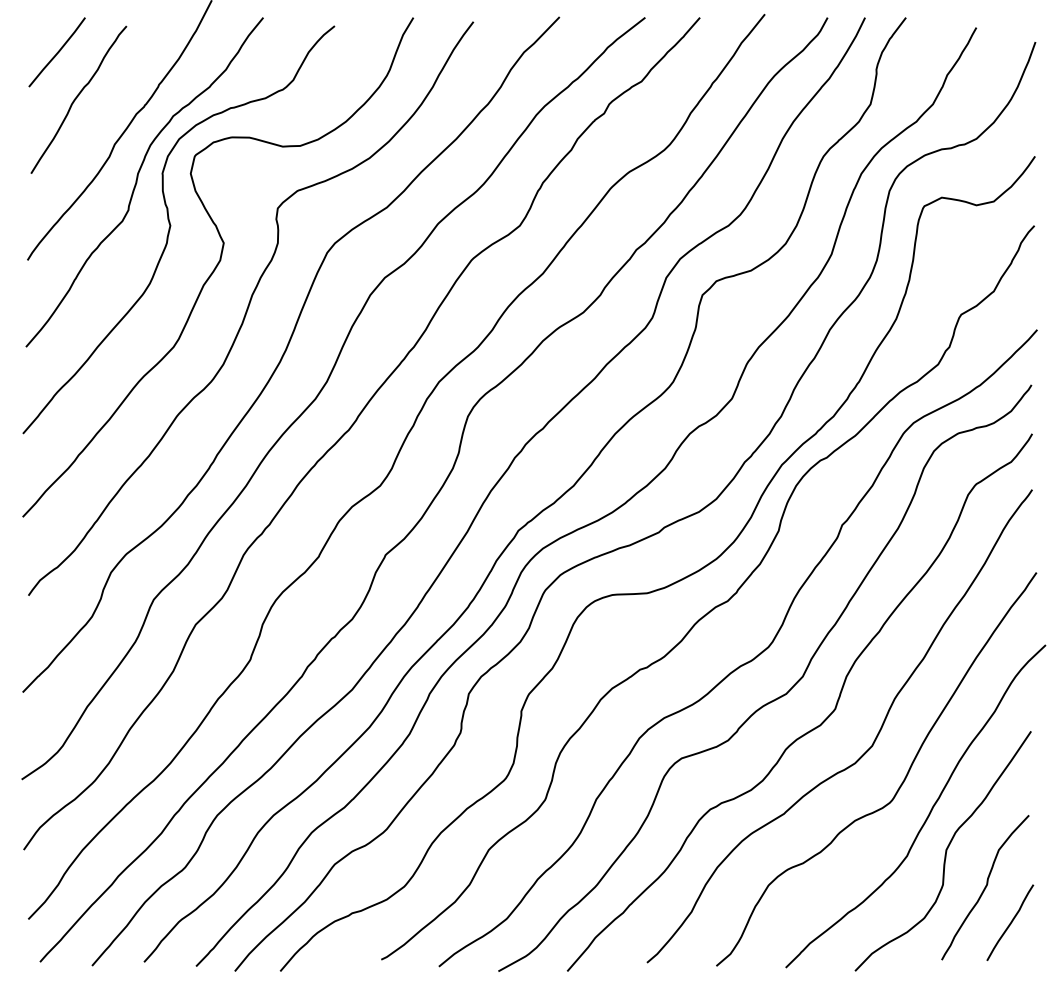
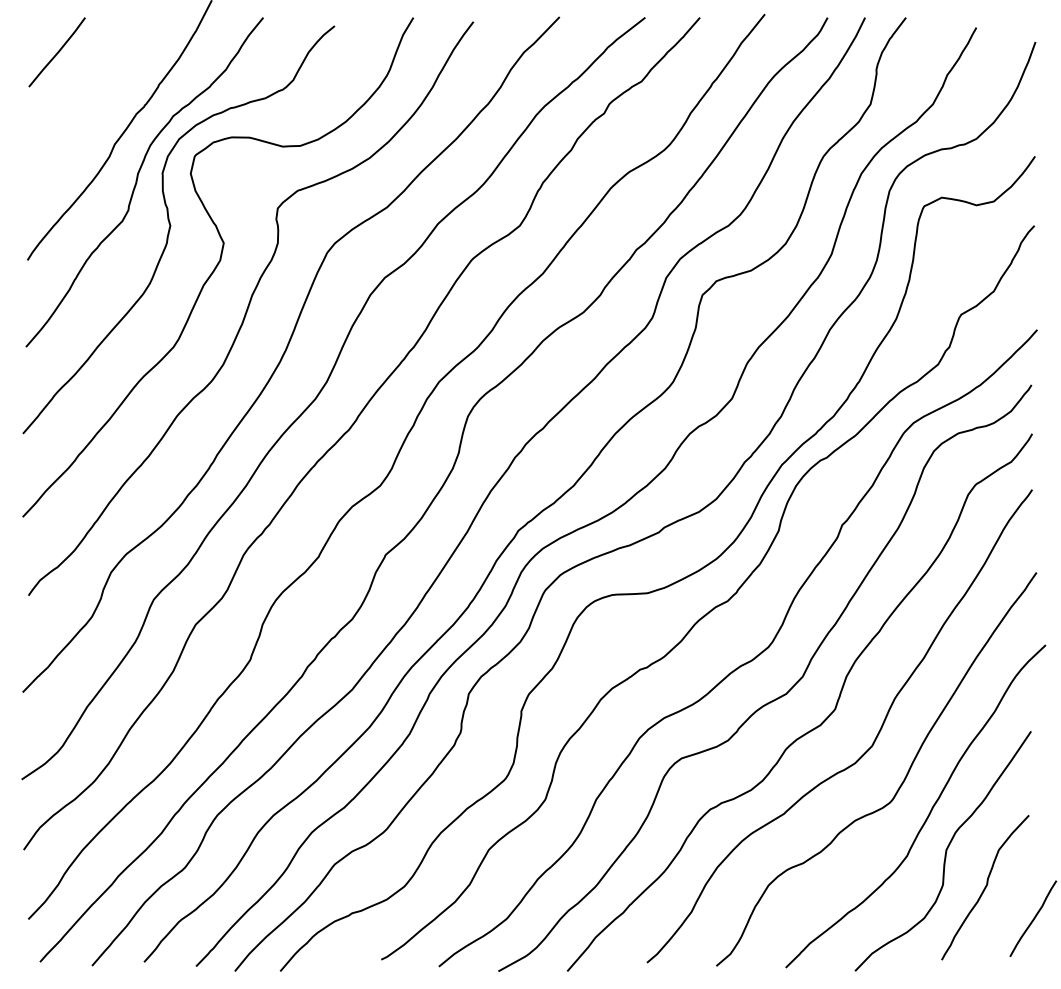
curve at (76, 99): present -> none
curve at (1010, 922) position: (1010, 922) -> (1033, 918)
